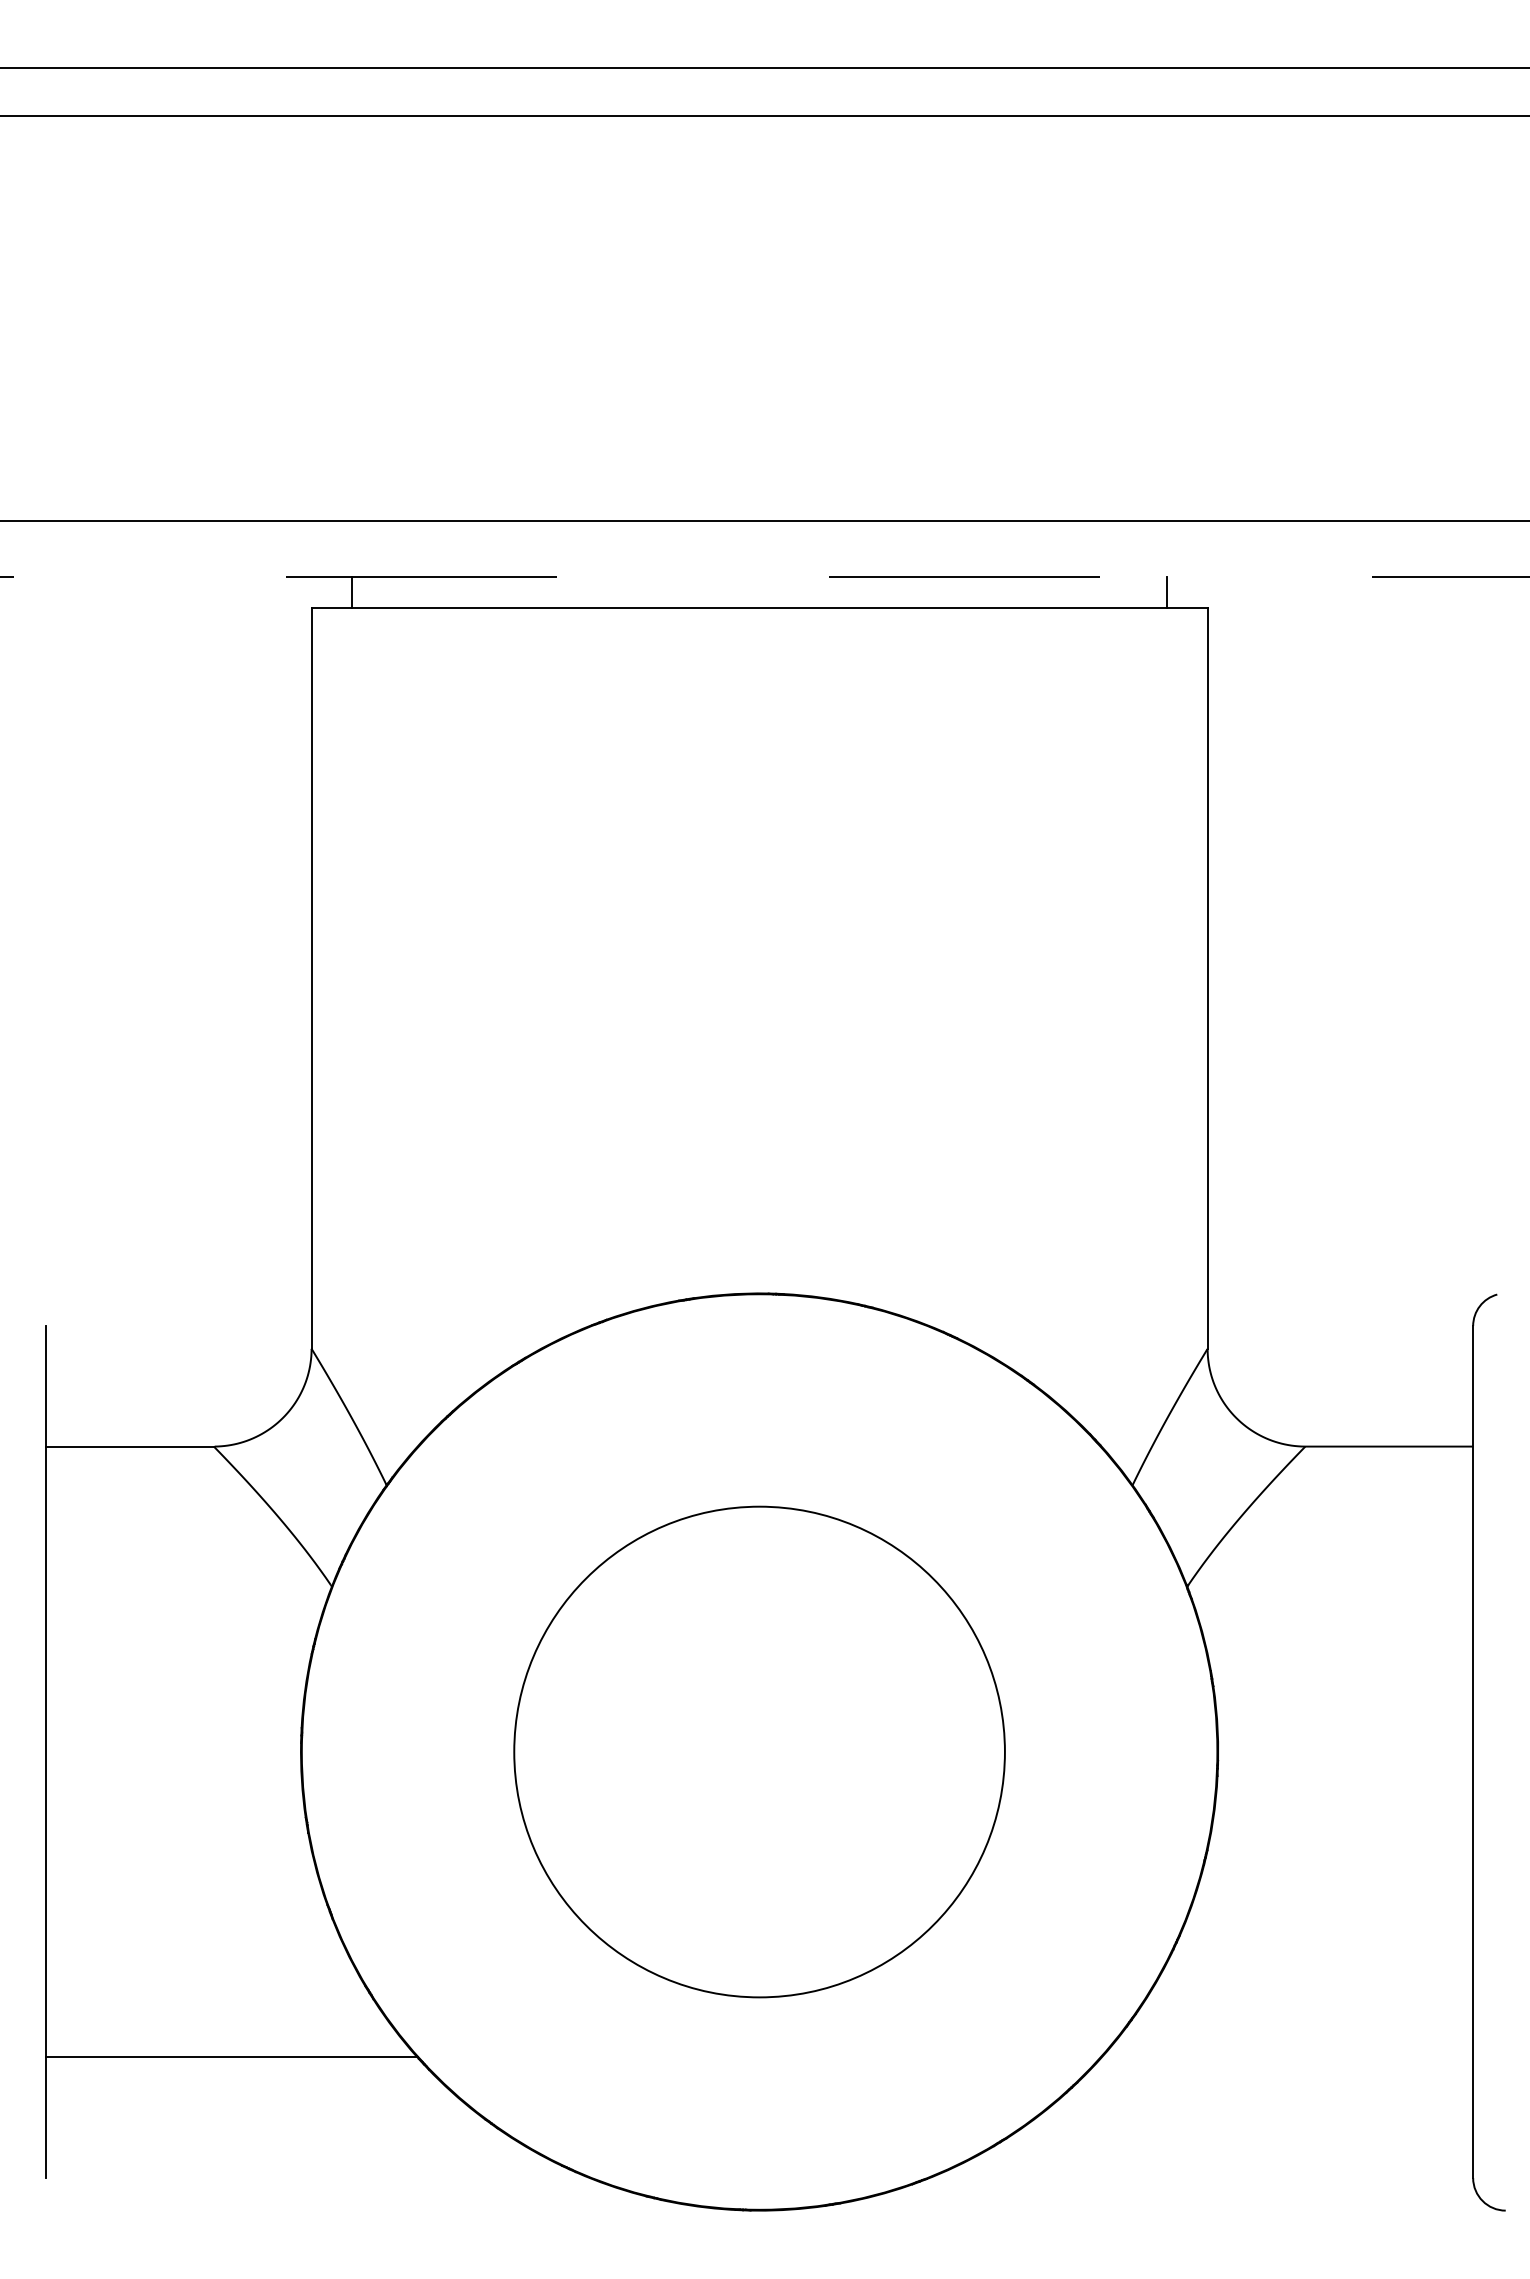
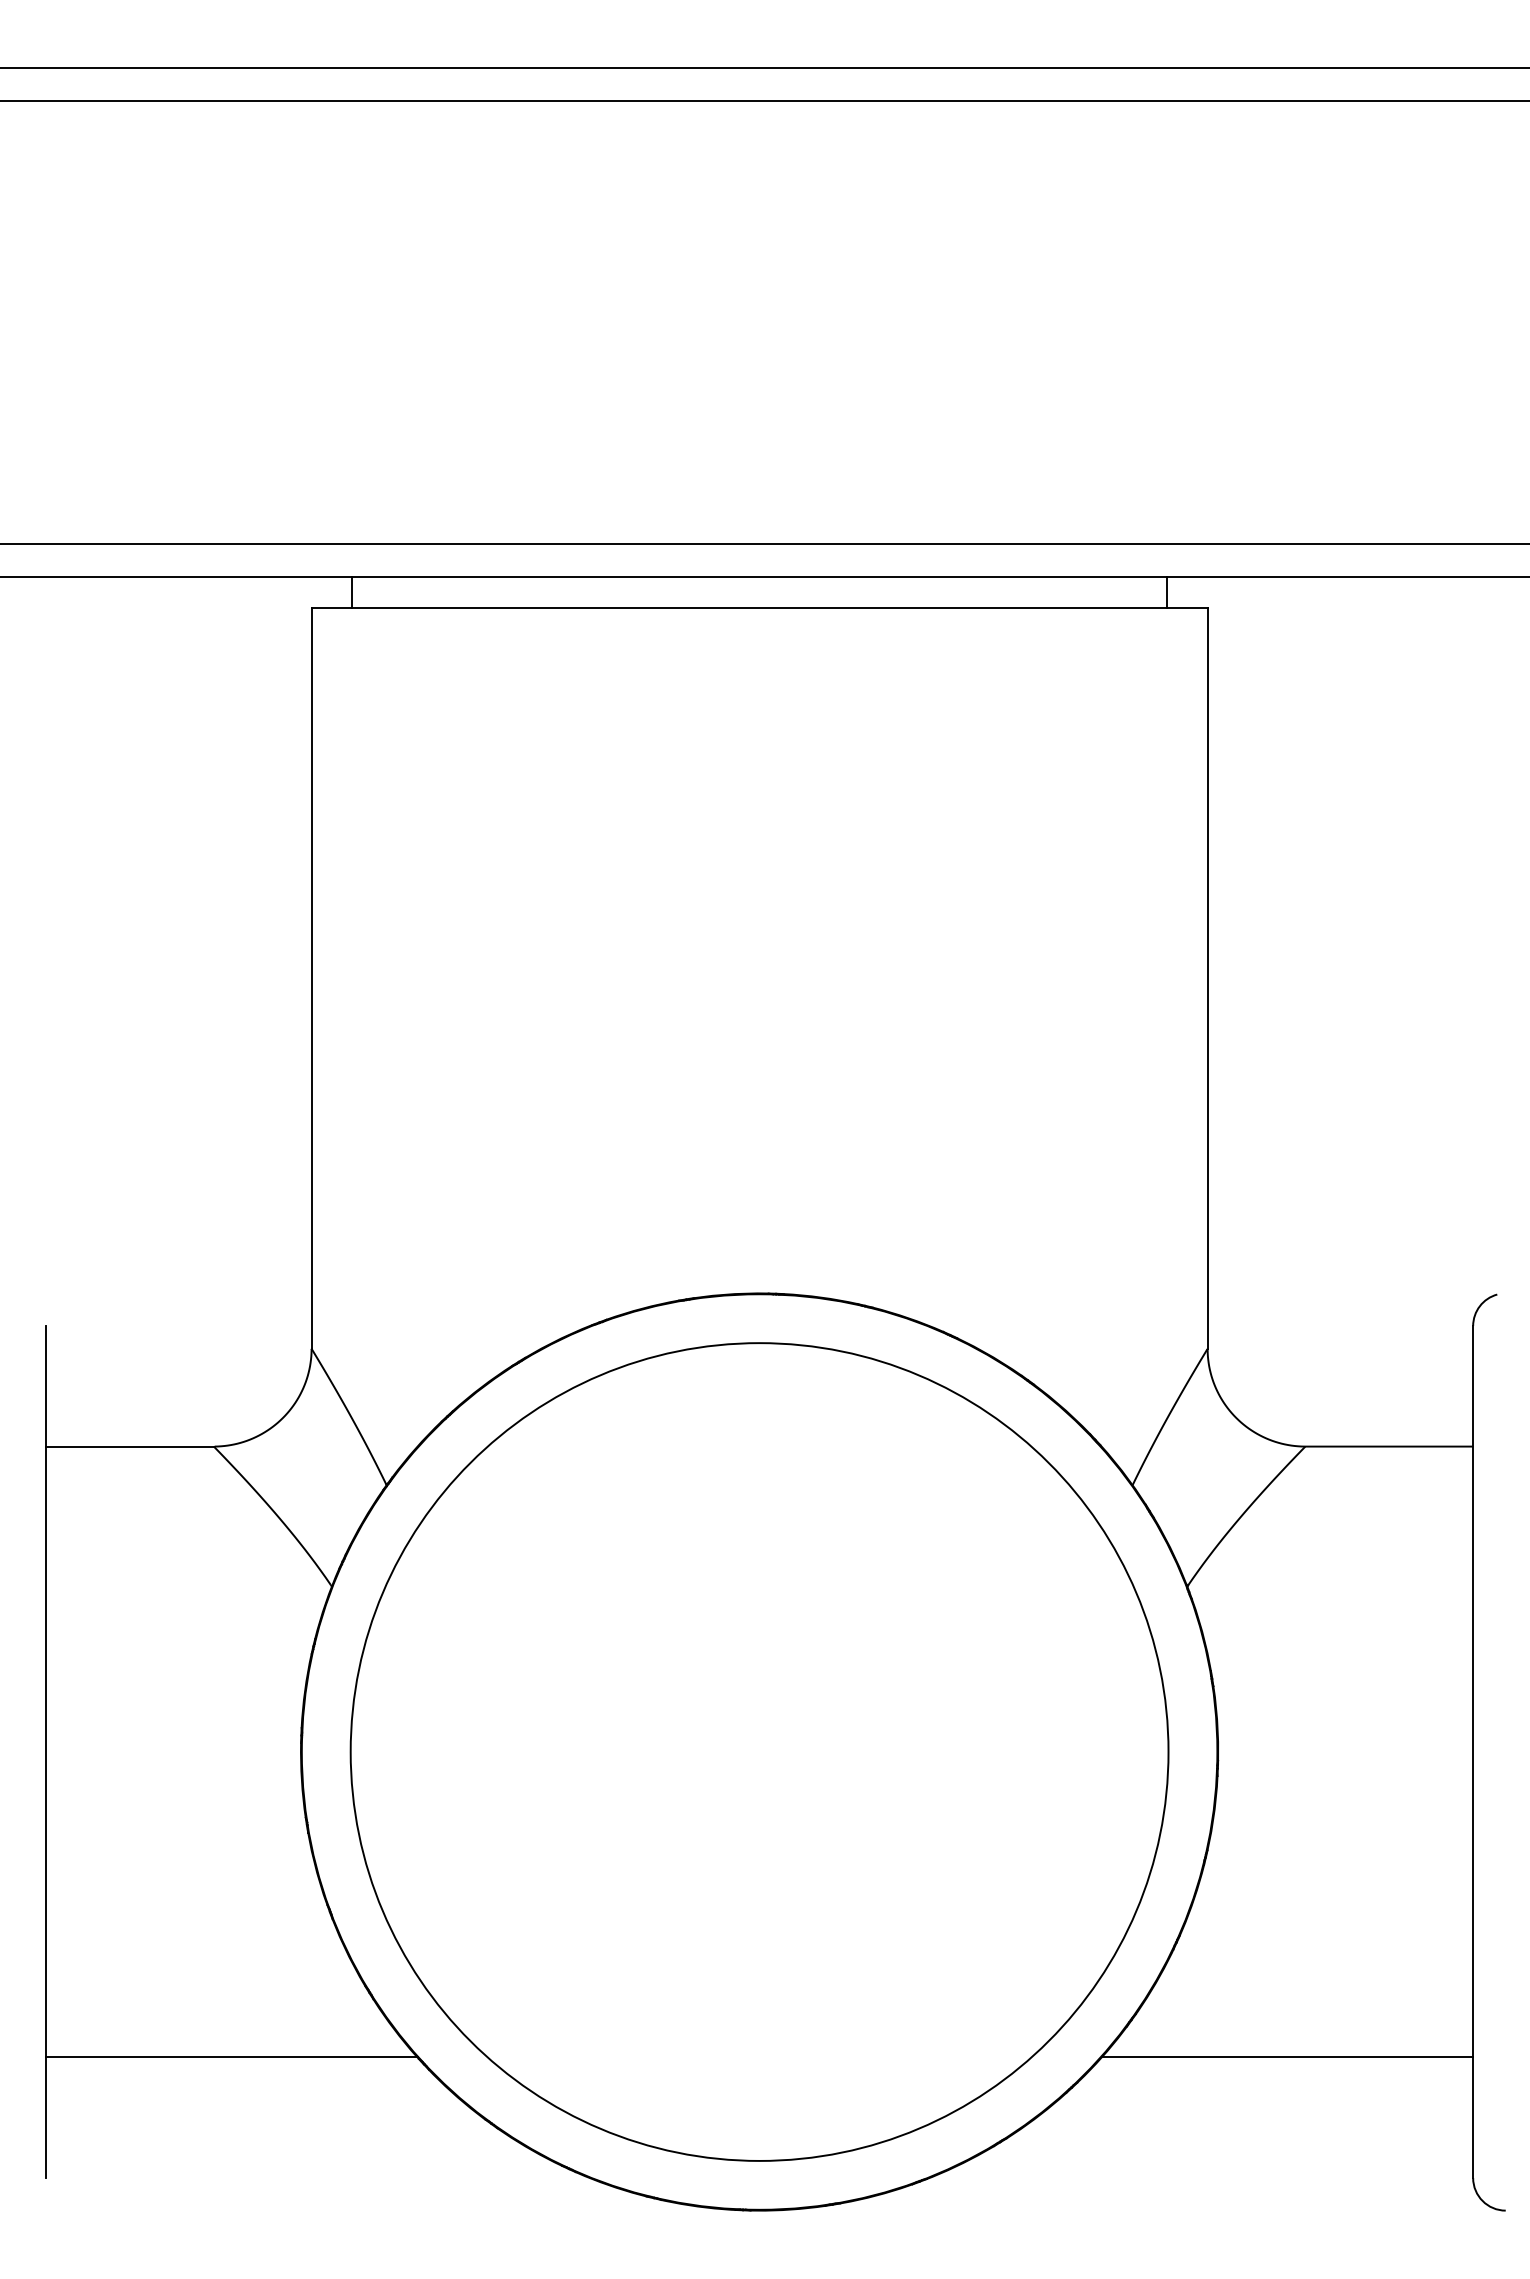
line at (764, 115) position: (764, 115) -> (764, 100)
line at (764, 521) position: (764, 521) -> (764, 544)
line at (764, 576): dashed -> solid
circle at (759, 1751) diameter: 491 px -> 818 px
line at (1287, 2057): none -> present
